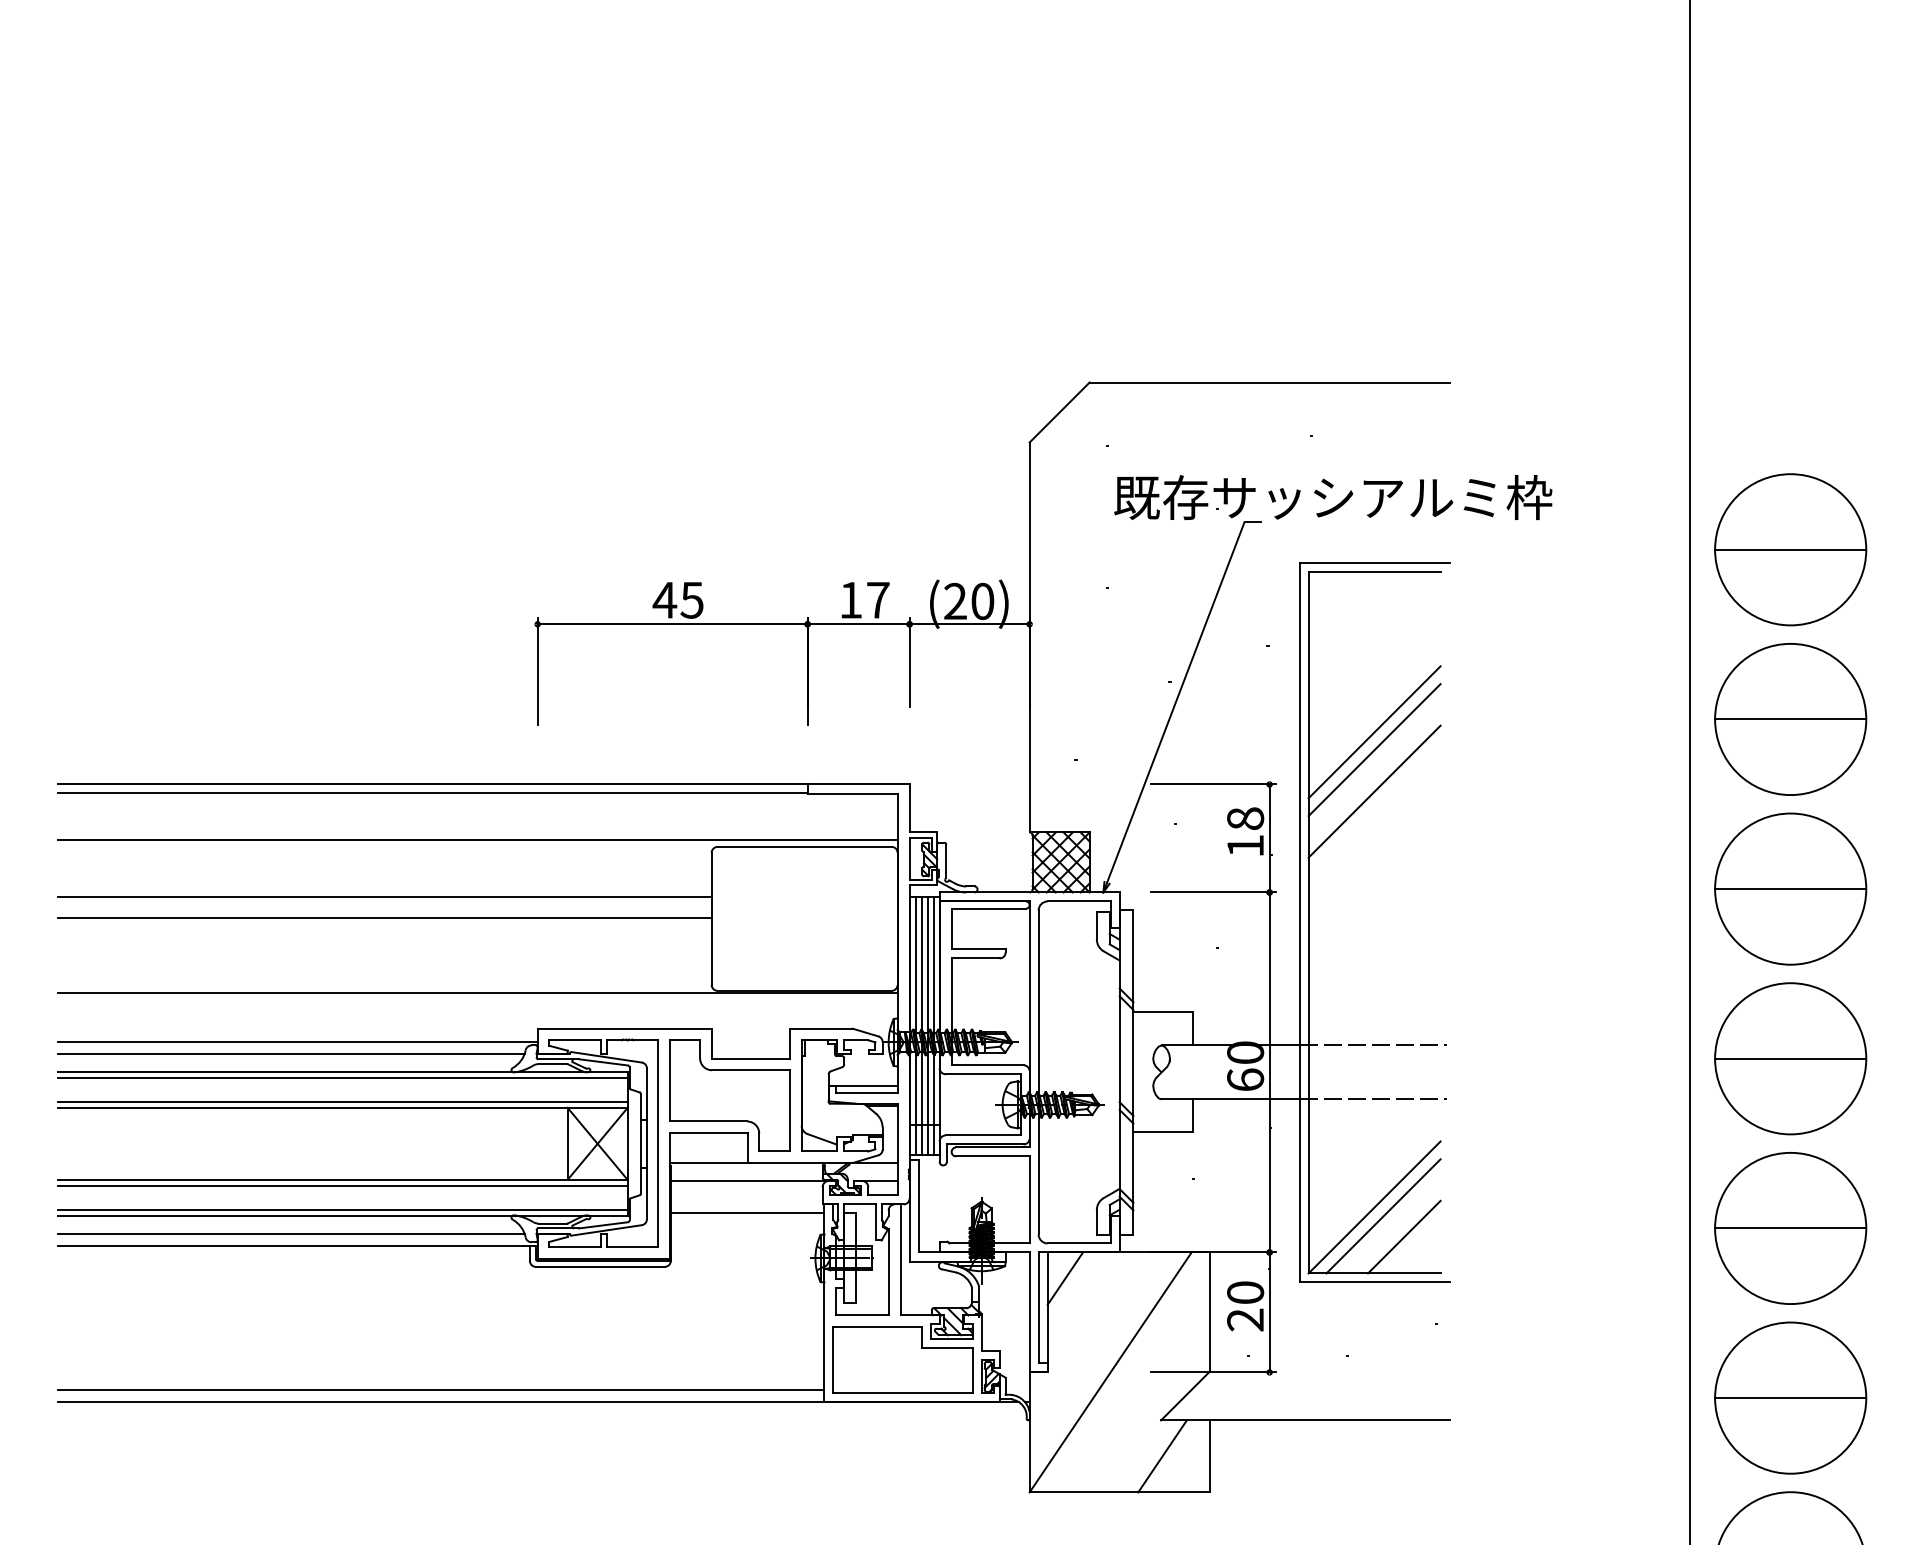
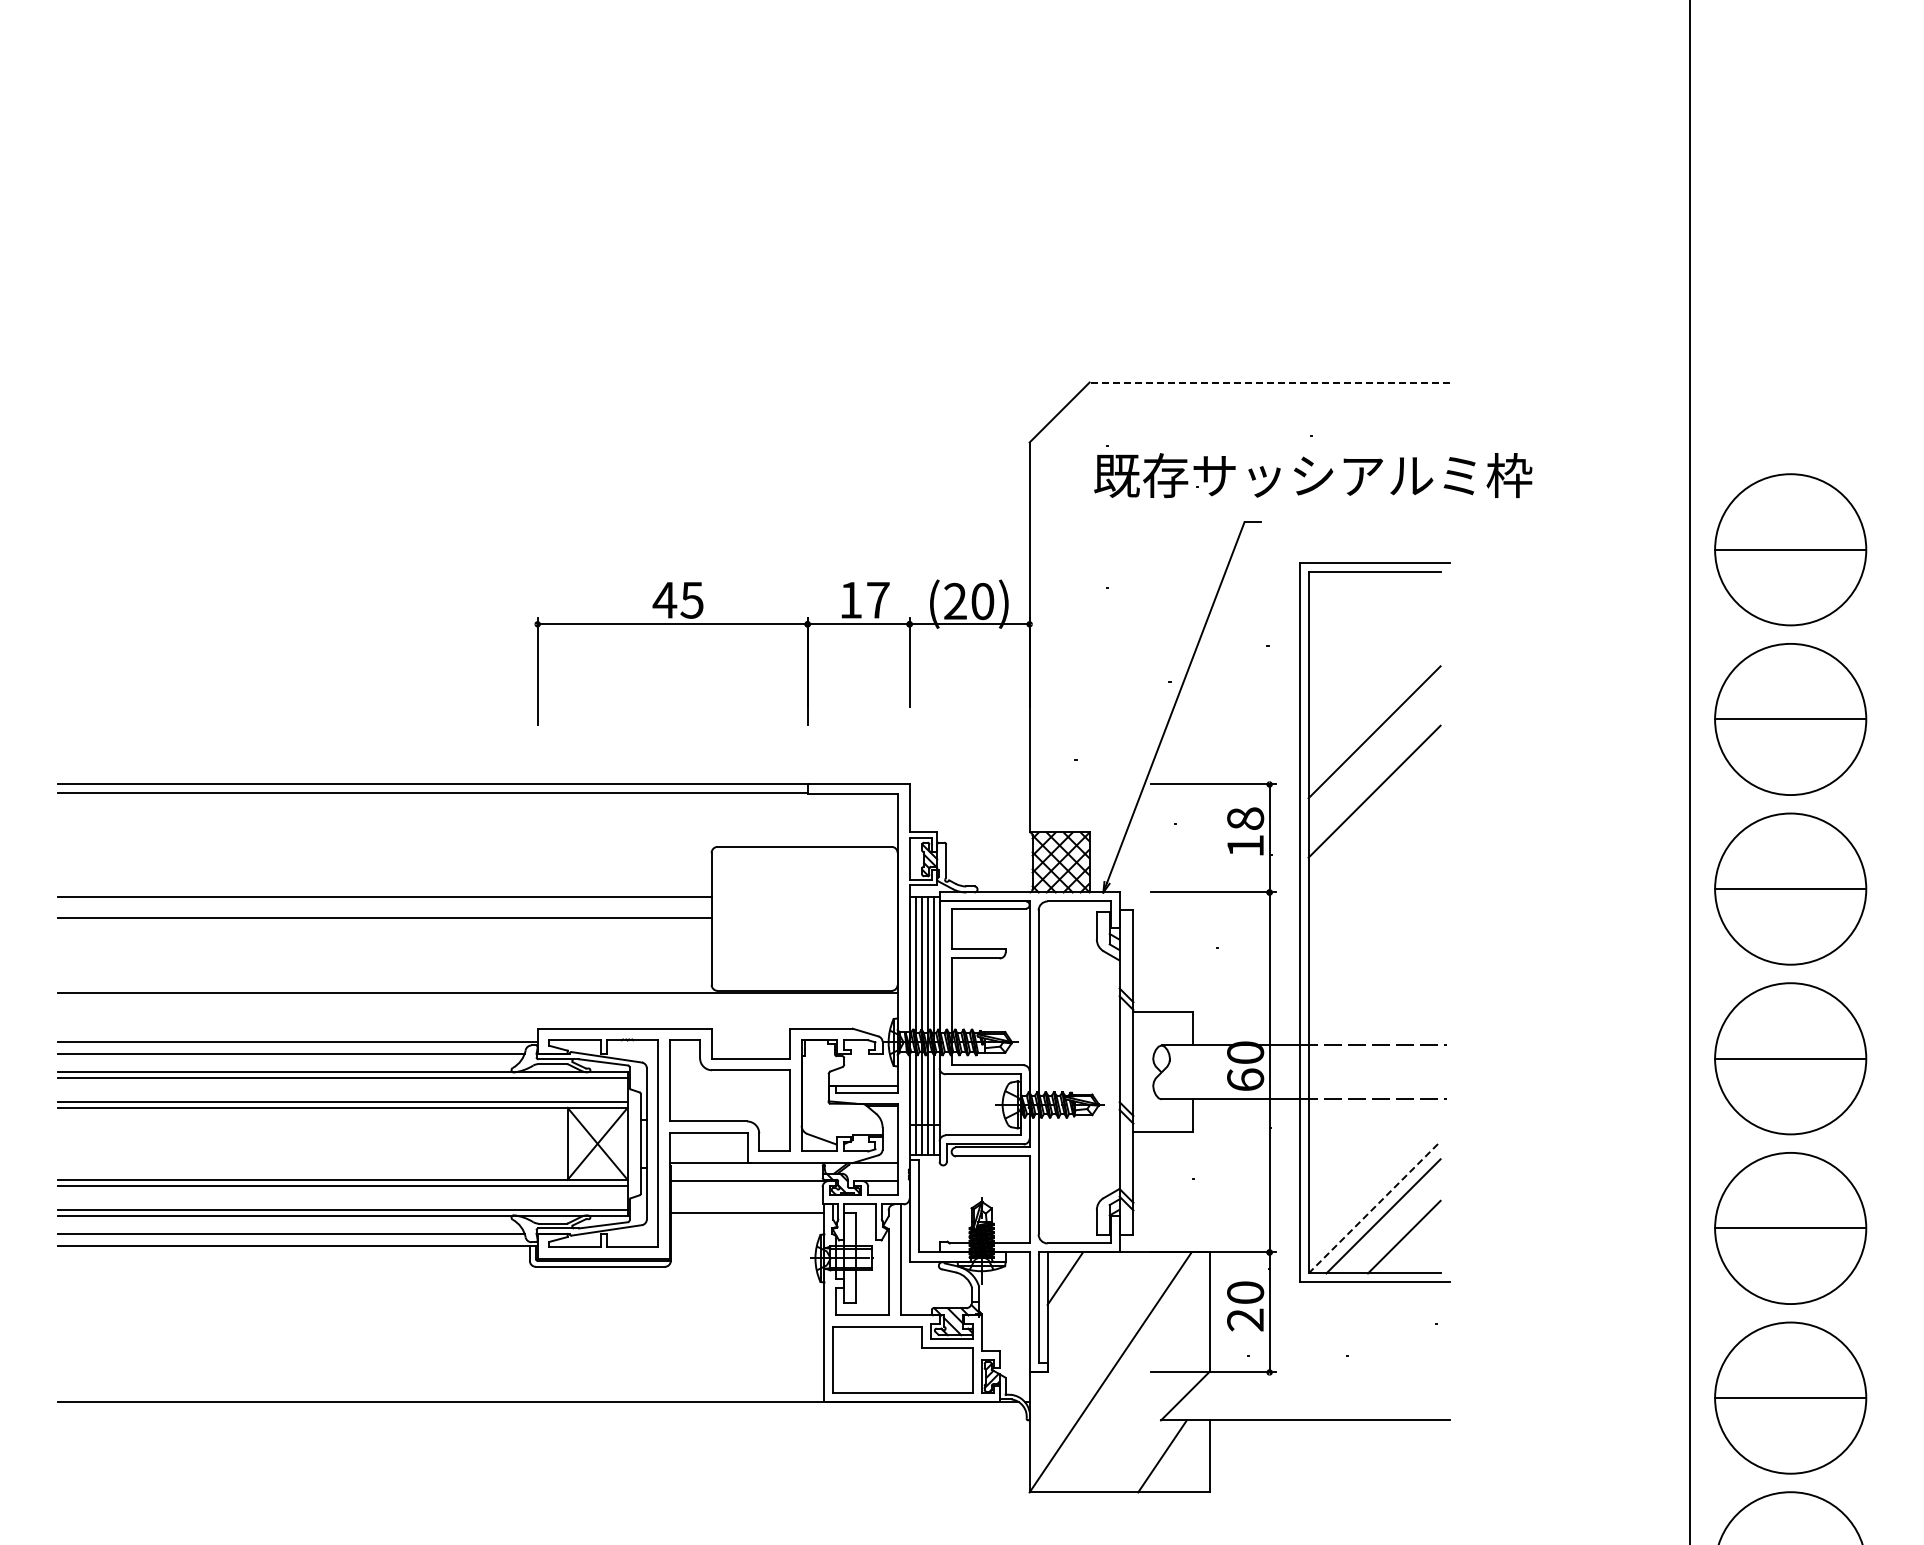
line at (1269, 382): solid -> dashed
part at (1326, 496) position: (1326, 496) -> (1306, 474)
line at (1374, 750): present -> none
line at (477, 840): present -> none
line at (1374, 1207): solid -> dashed
line at (440, 1390): present -> none
